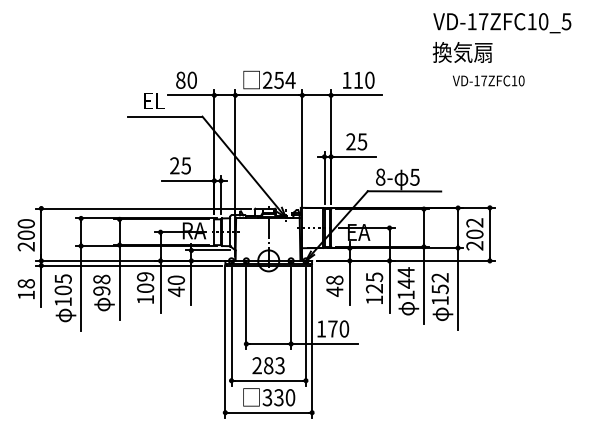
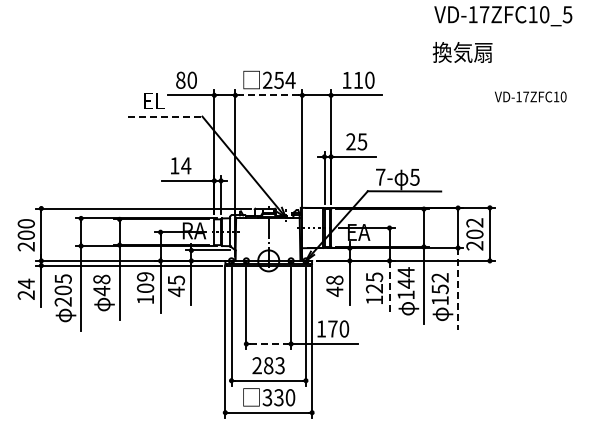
text at (502, 23) position: (502, 23) -> (503, 16)
text at (488, 80) position: (488, 80) -> (530, 96)
line at (268, 95): solid -> dashed
line at (165, 116): solid -> dashed
text at (180, 165): 25 -> 14
text at (380, 176): 8- -> 7-
text at (175, 280): 40 -> 45
line at (389, 287): solid -> dashed
text at (25, 288): 18 -> 24
line at (458, 288): solid -> dashed
text at (101, 291): 98 -> 48
text at (62, 301): 105 -> 205
line at (269, 344): solid -> dashed
